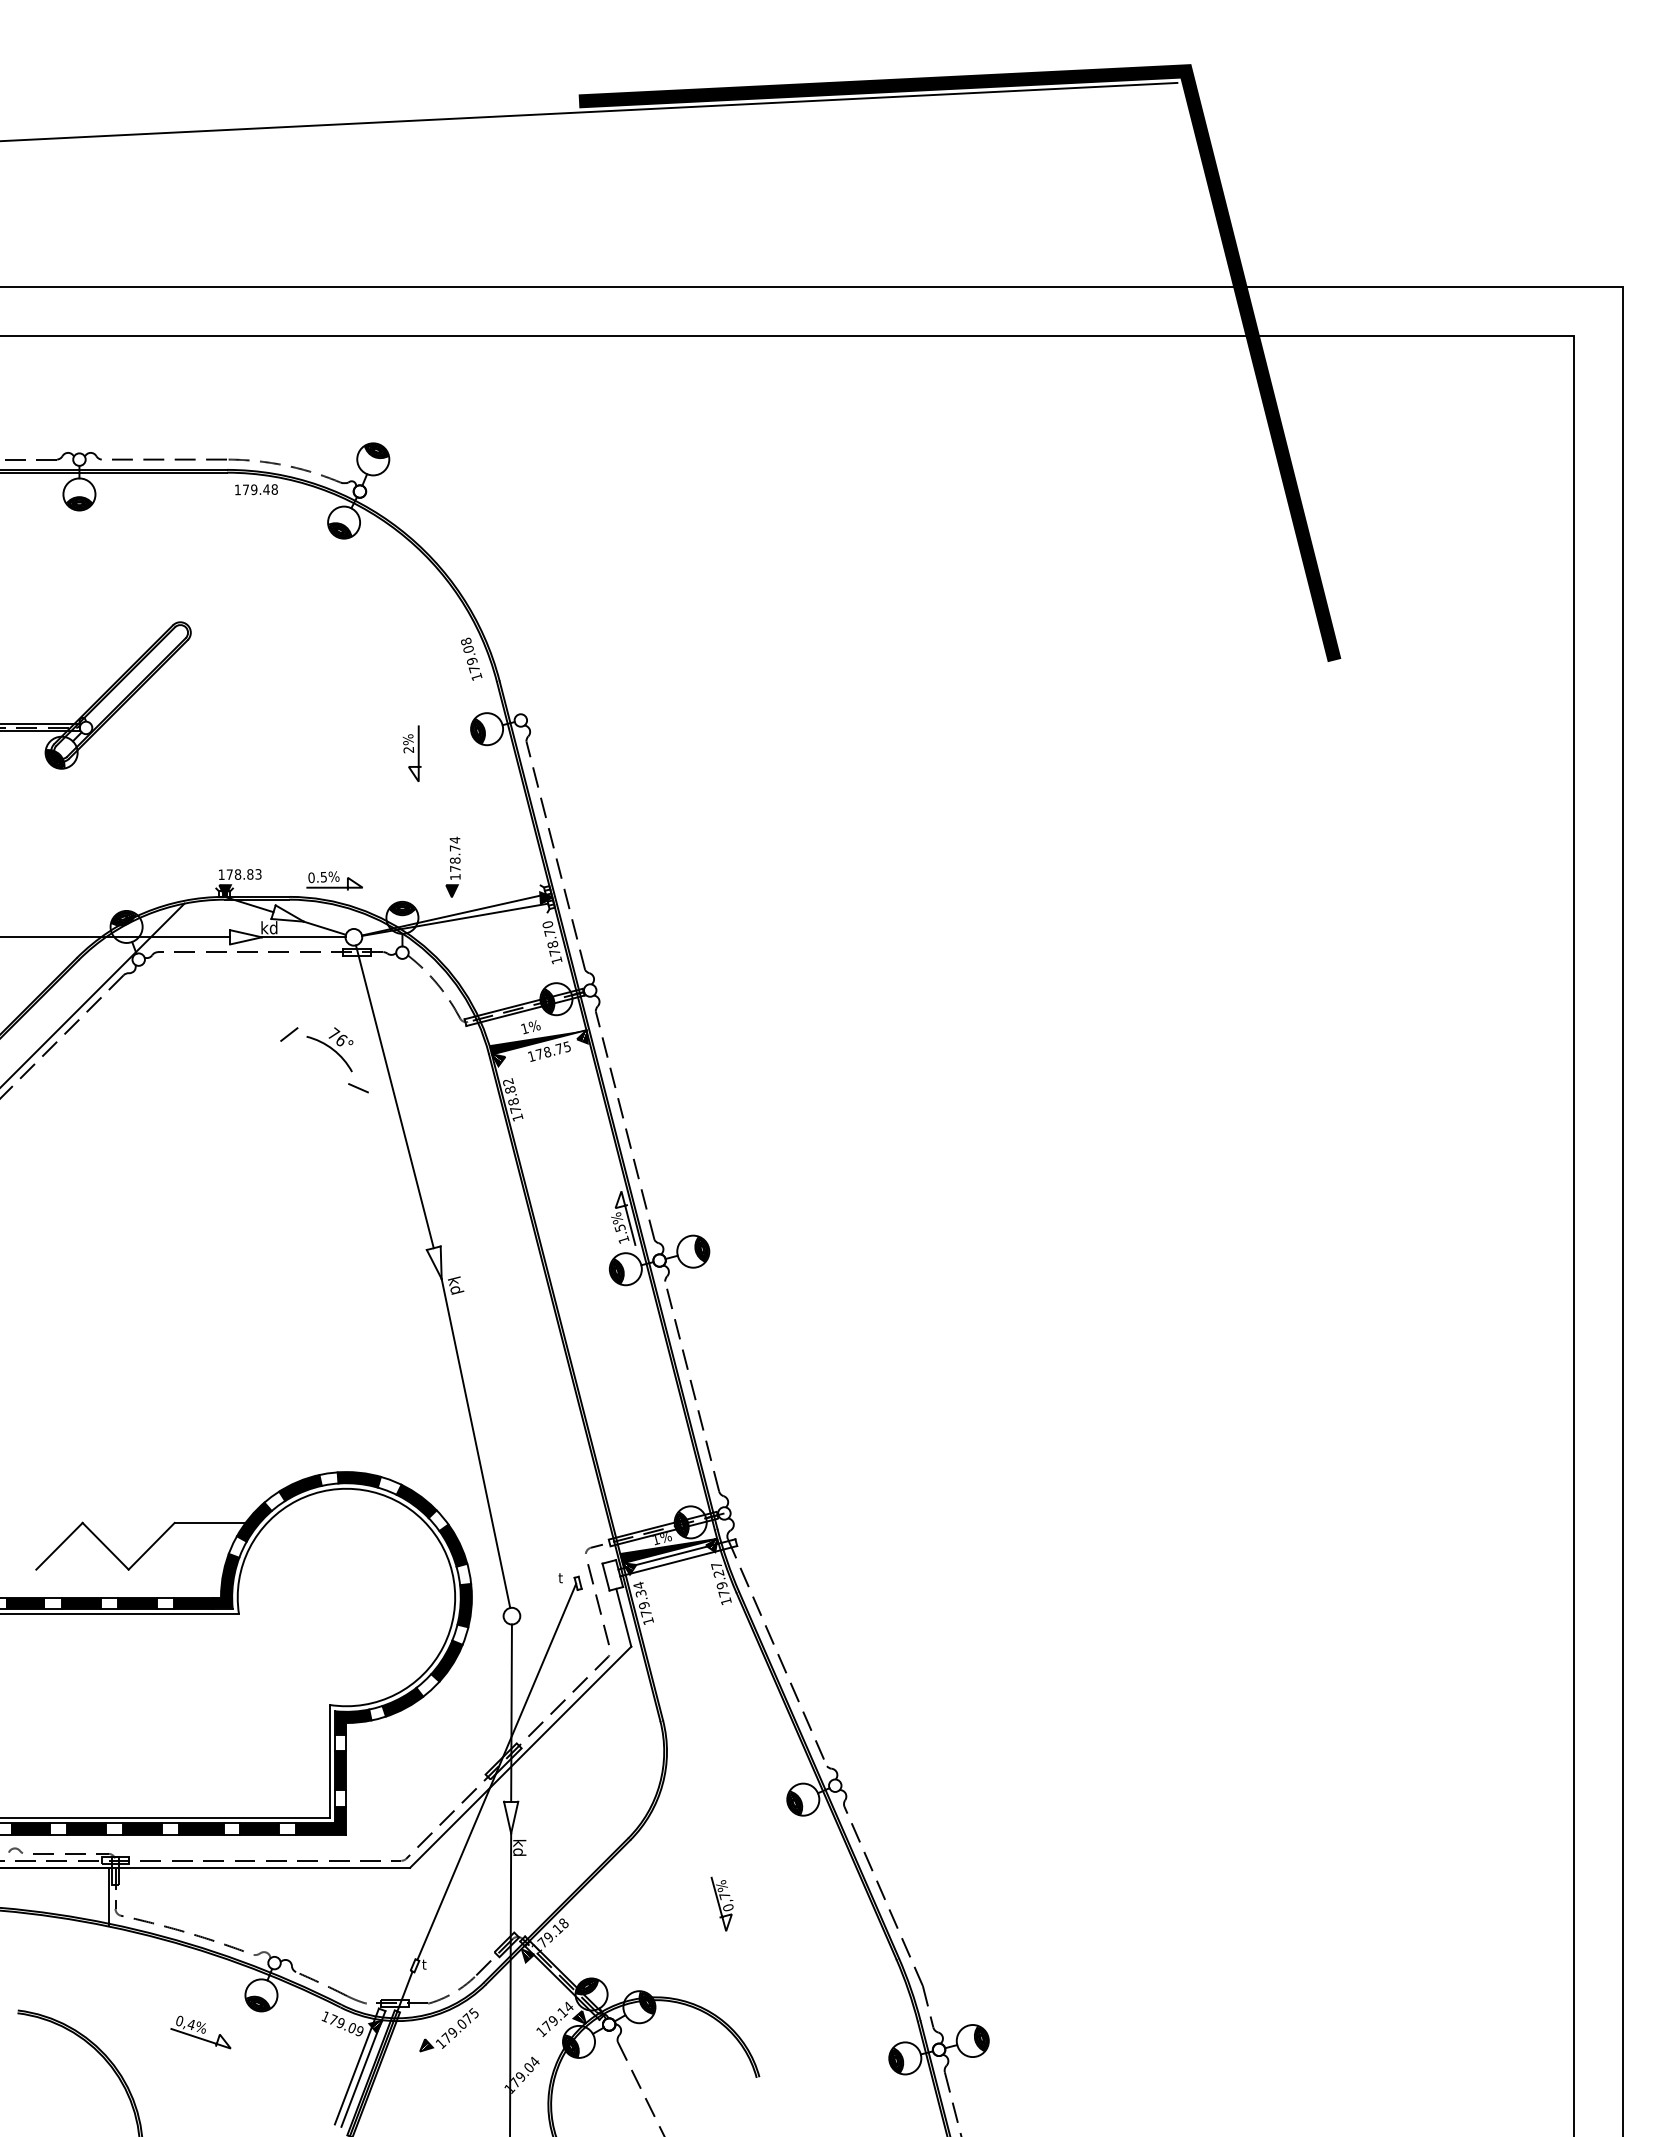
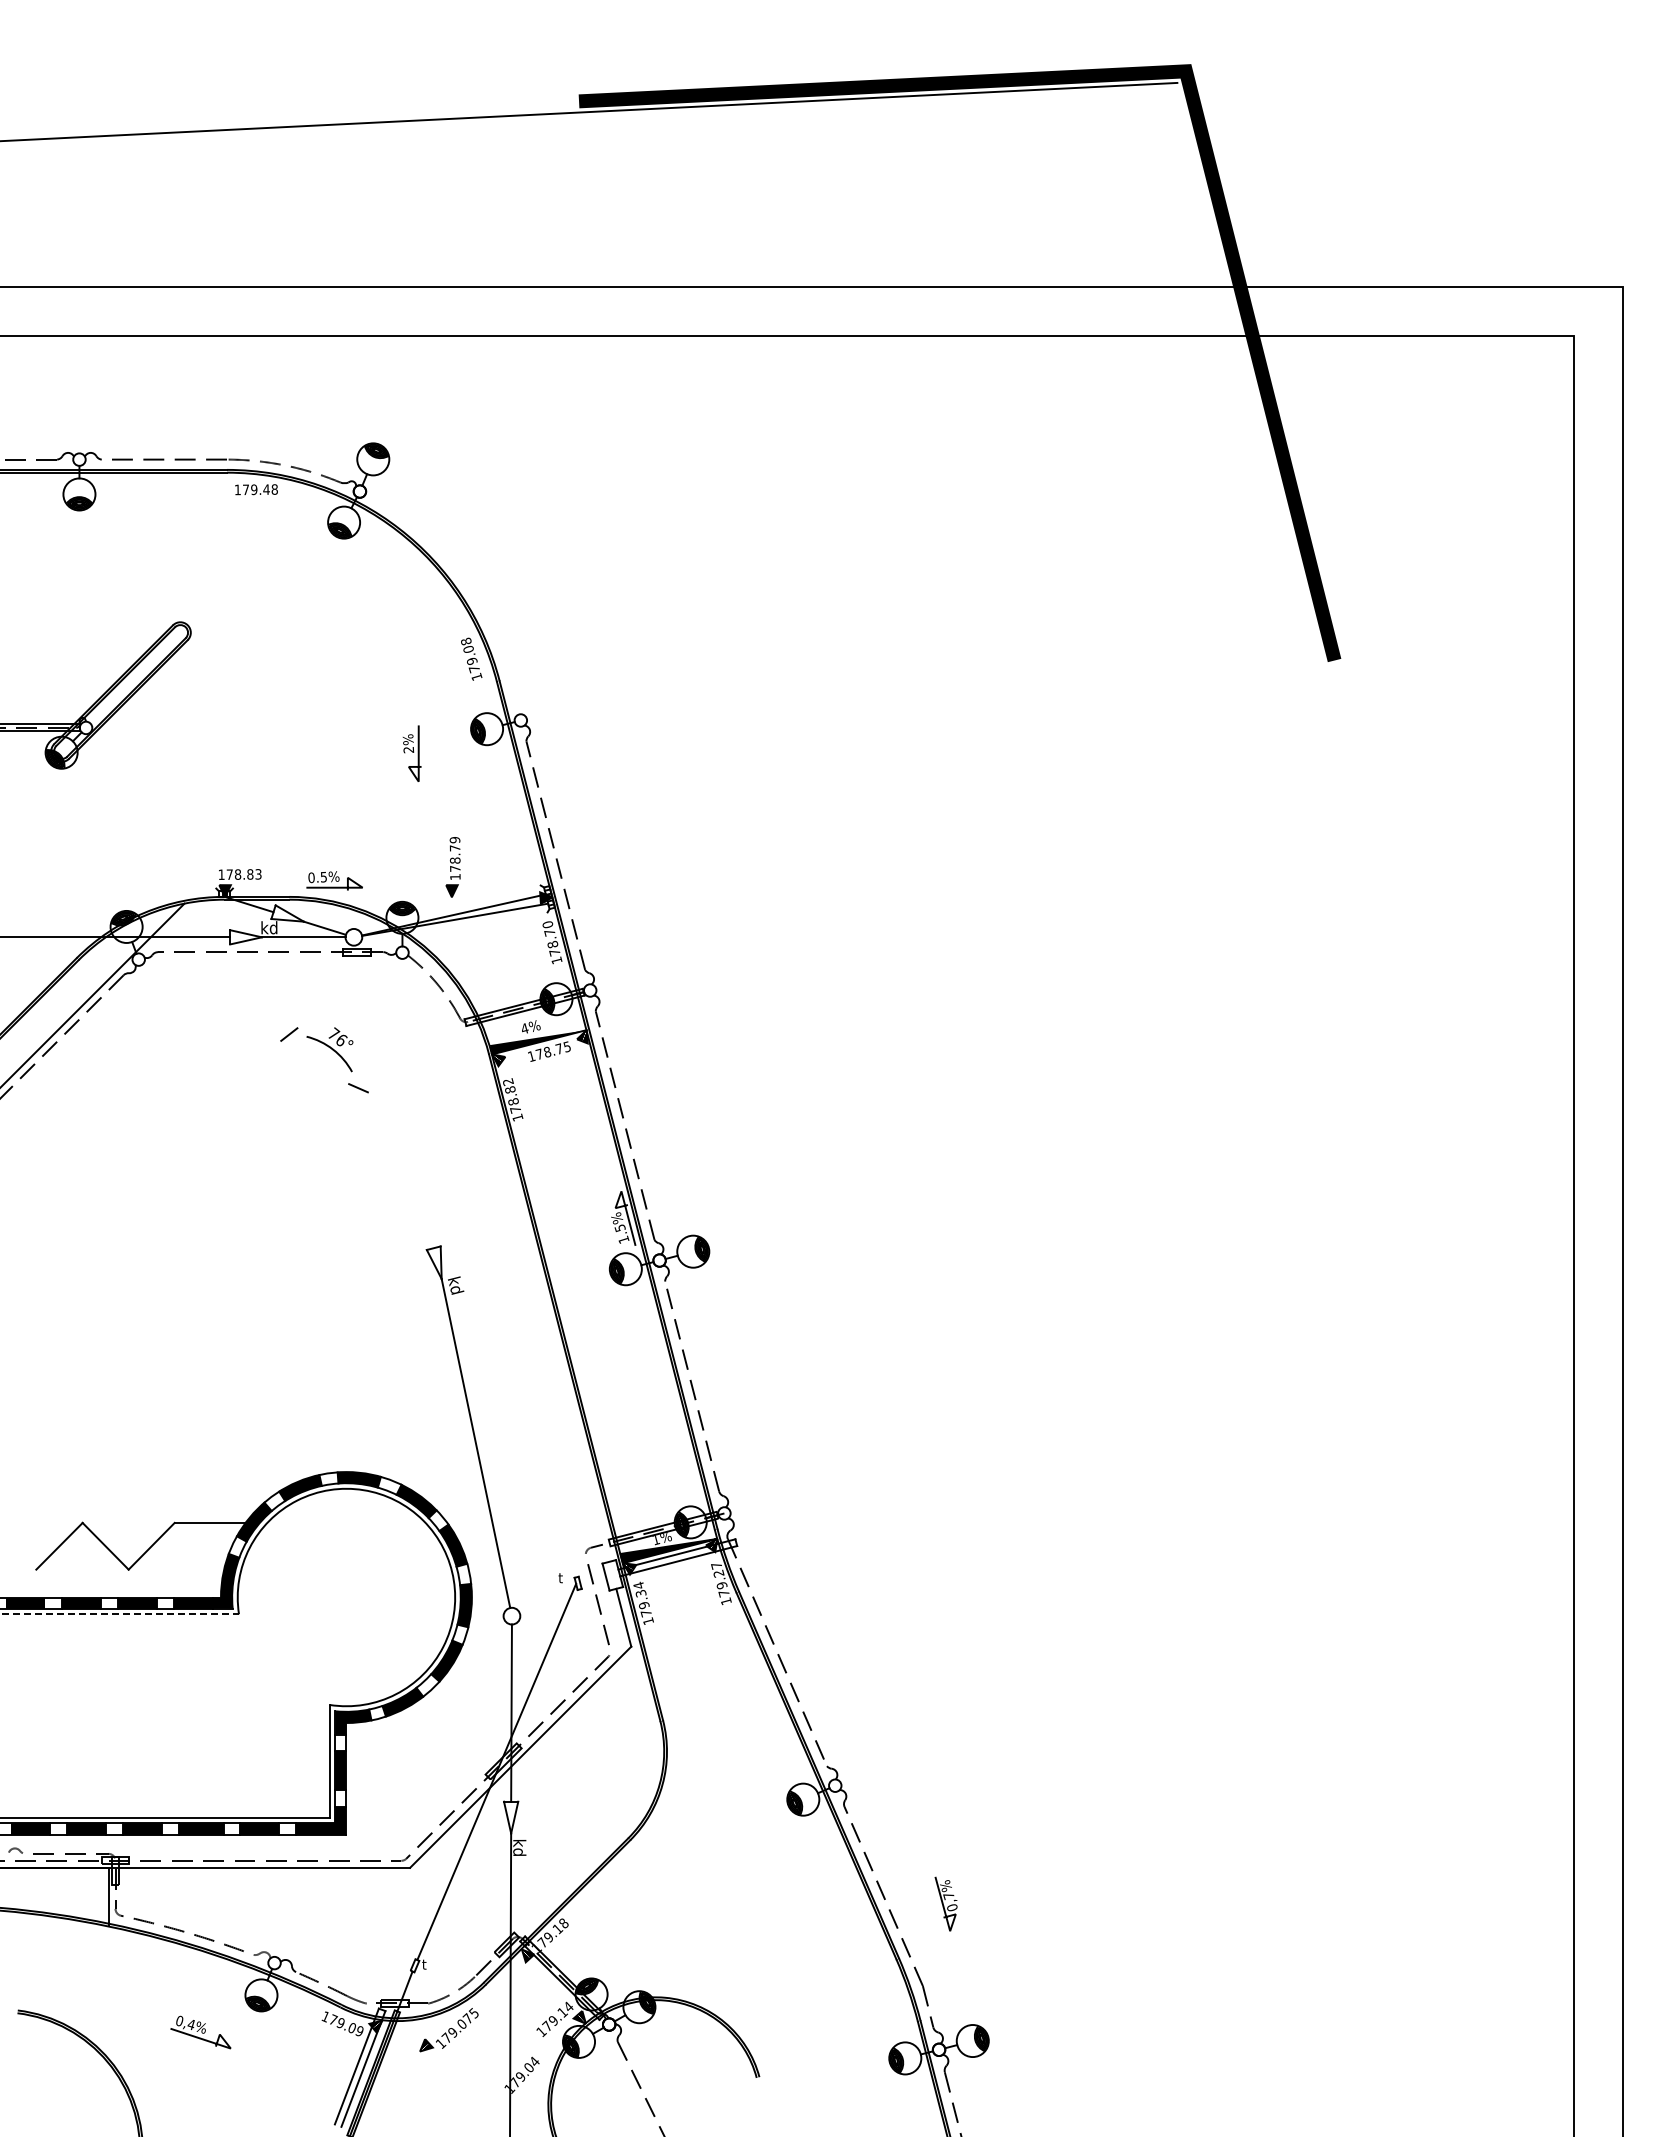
text at (454, 839): 178.74 -> 178.79
text at (524, 1028): 1% -> 4%
line at (394, 1096): present -> none
line at (120, 1614): solid -> dashed
part at (721, 1903) position: (721, 1903) -> (945, 1903)
